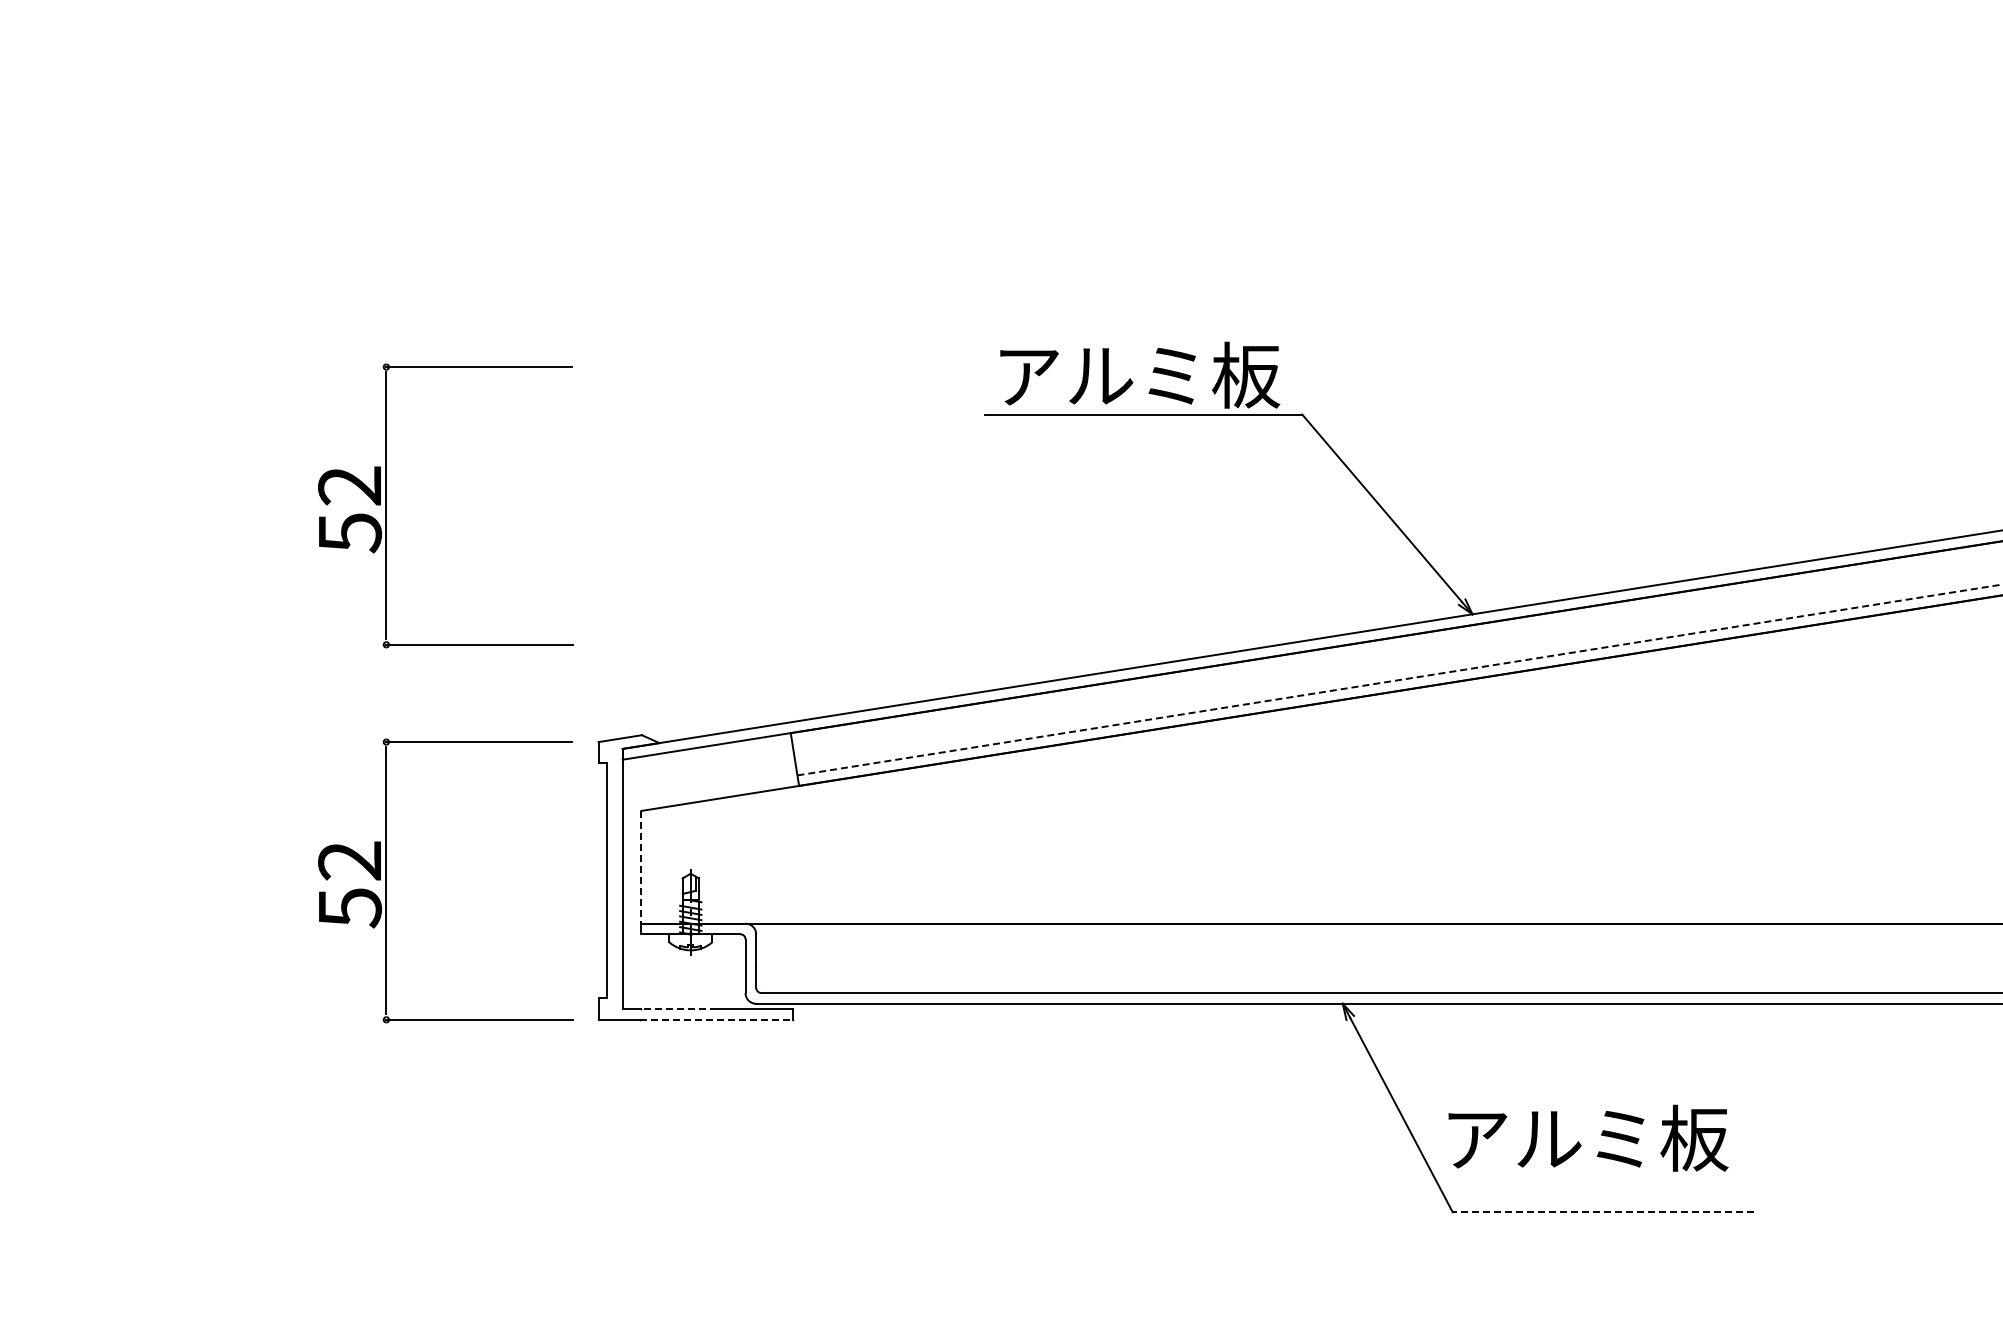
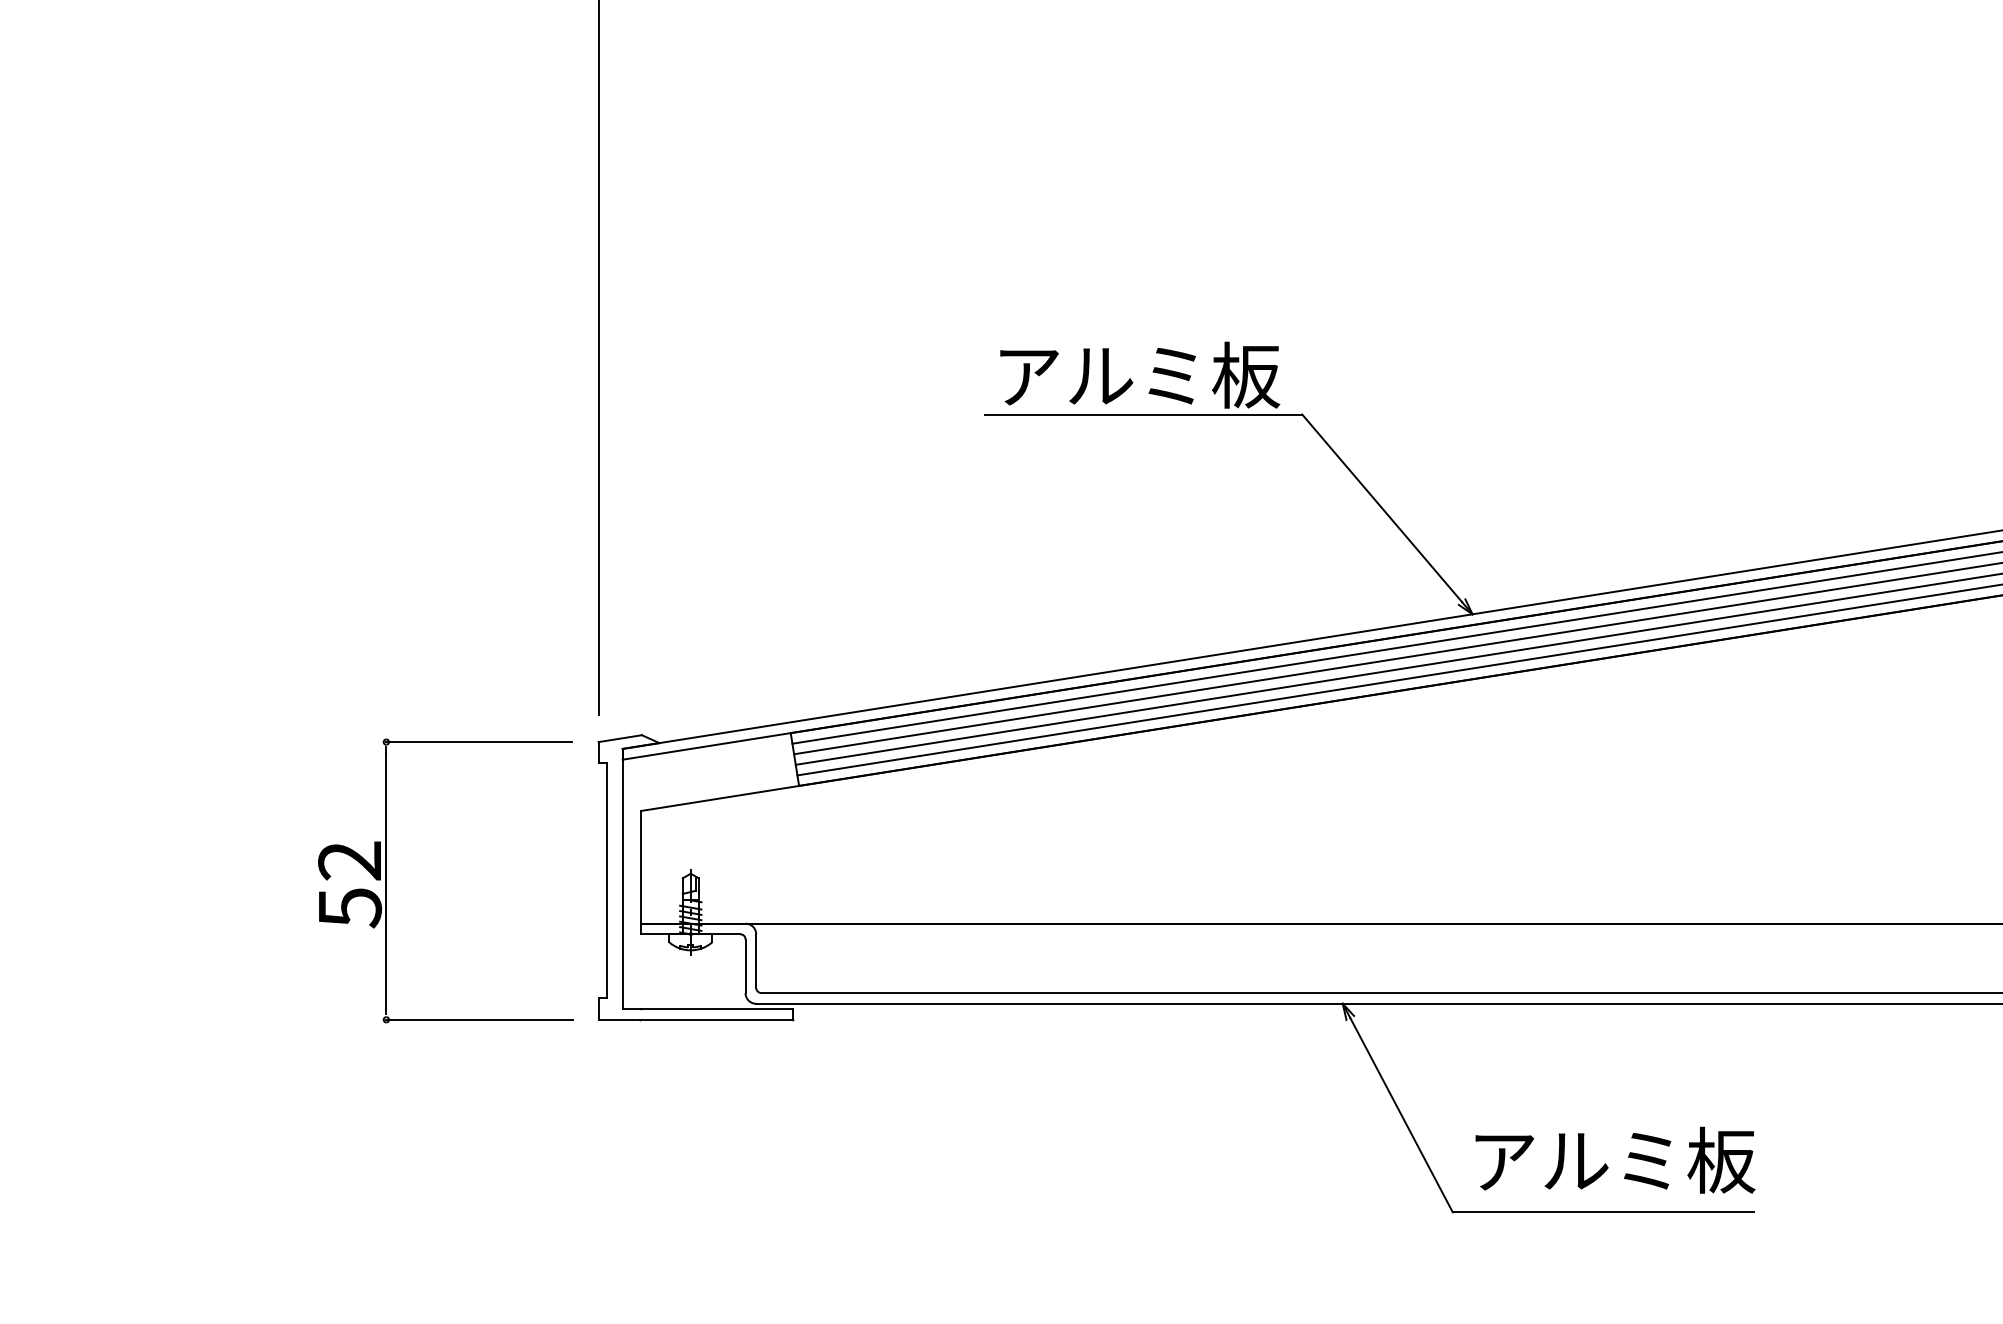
line at (598, 358): none -> present
part at (386, 505): present -> none
line at (1395, 647): none -> present
line at (1396, 658): none -> present
line at (1397, 669): none -> present
line at (1399, 680): dashed -> solid
line at (641, 867): dashed -> solid
line at (679, 1009): dashed -> solid
line at (716, 1019): dashed -> solid
text at (1588, 1137) position: (1588, 1137) -> (1615, 1159)
line at (1603, 1212): dashed -> solid
